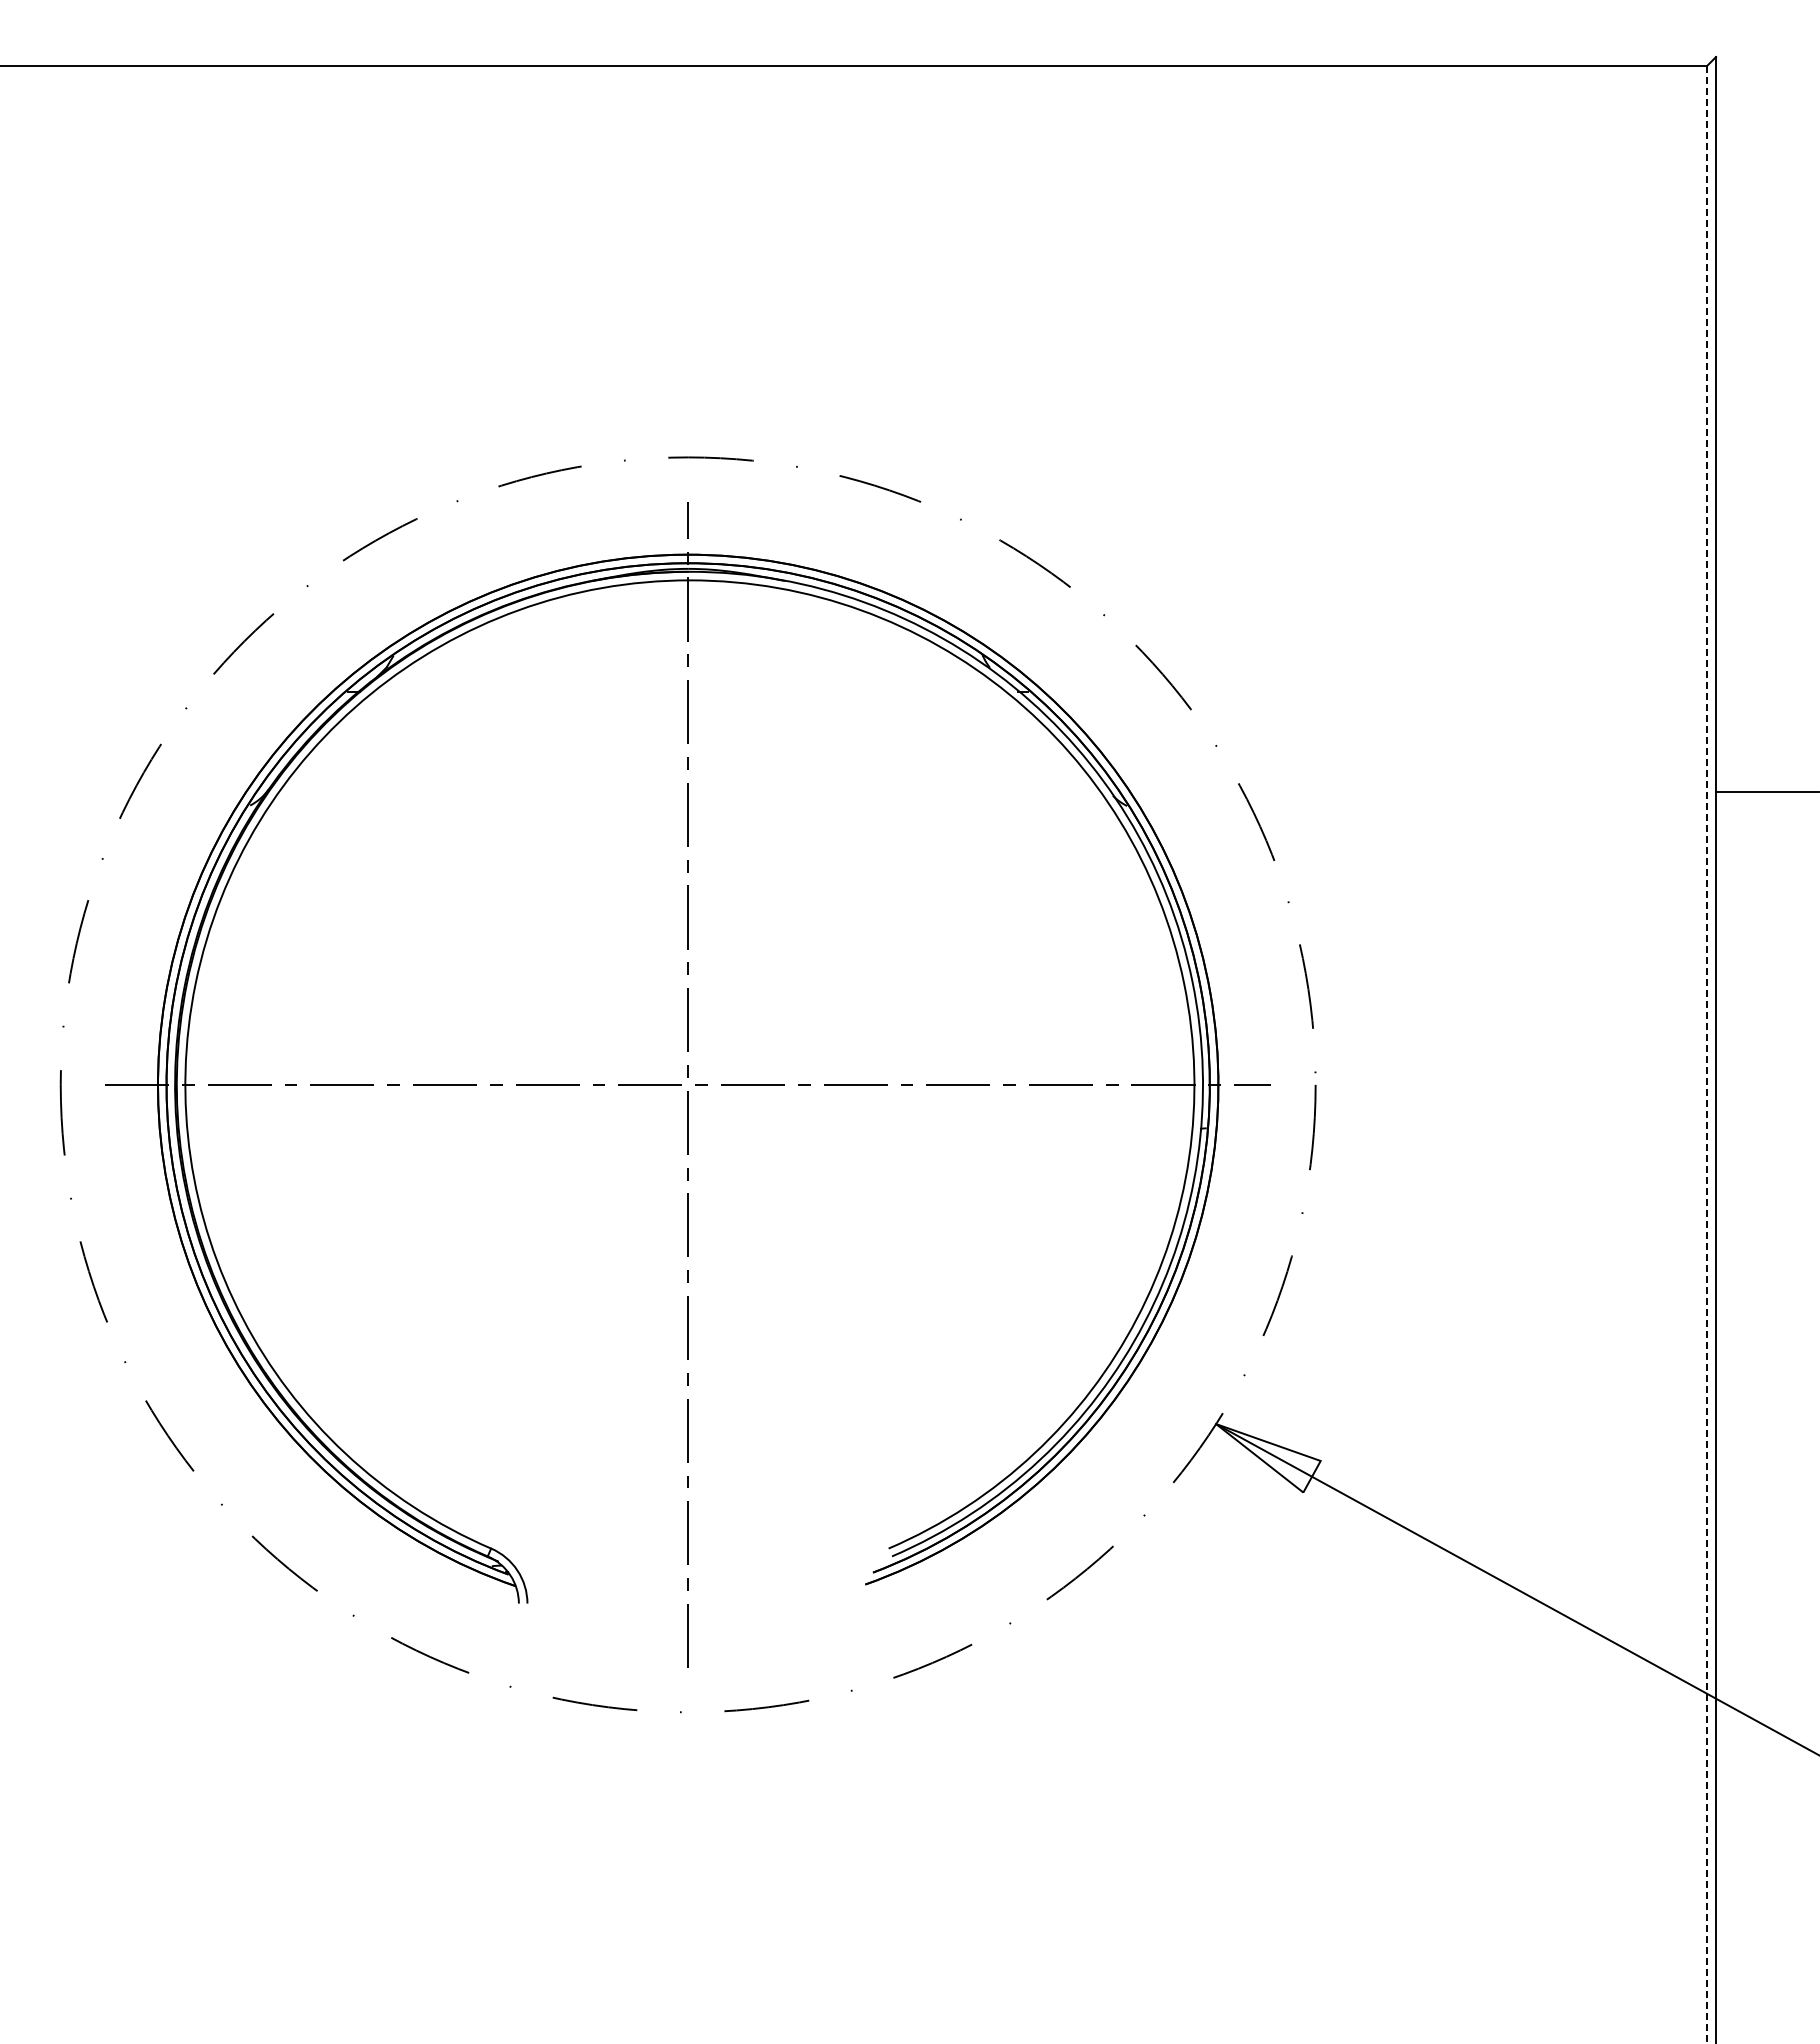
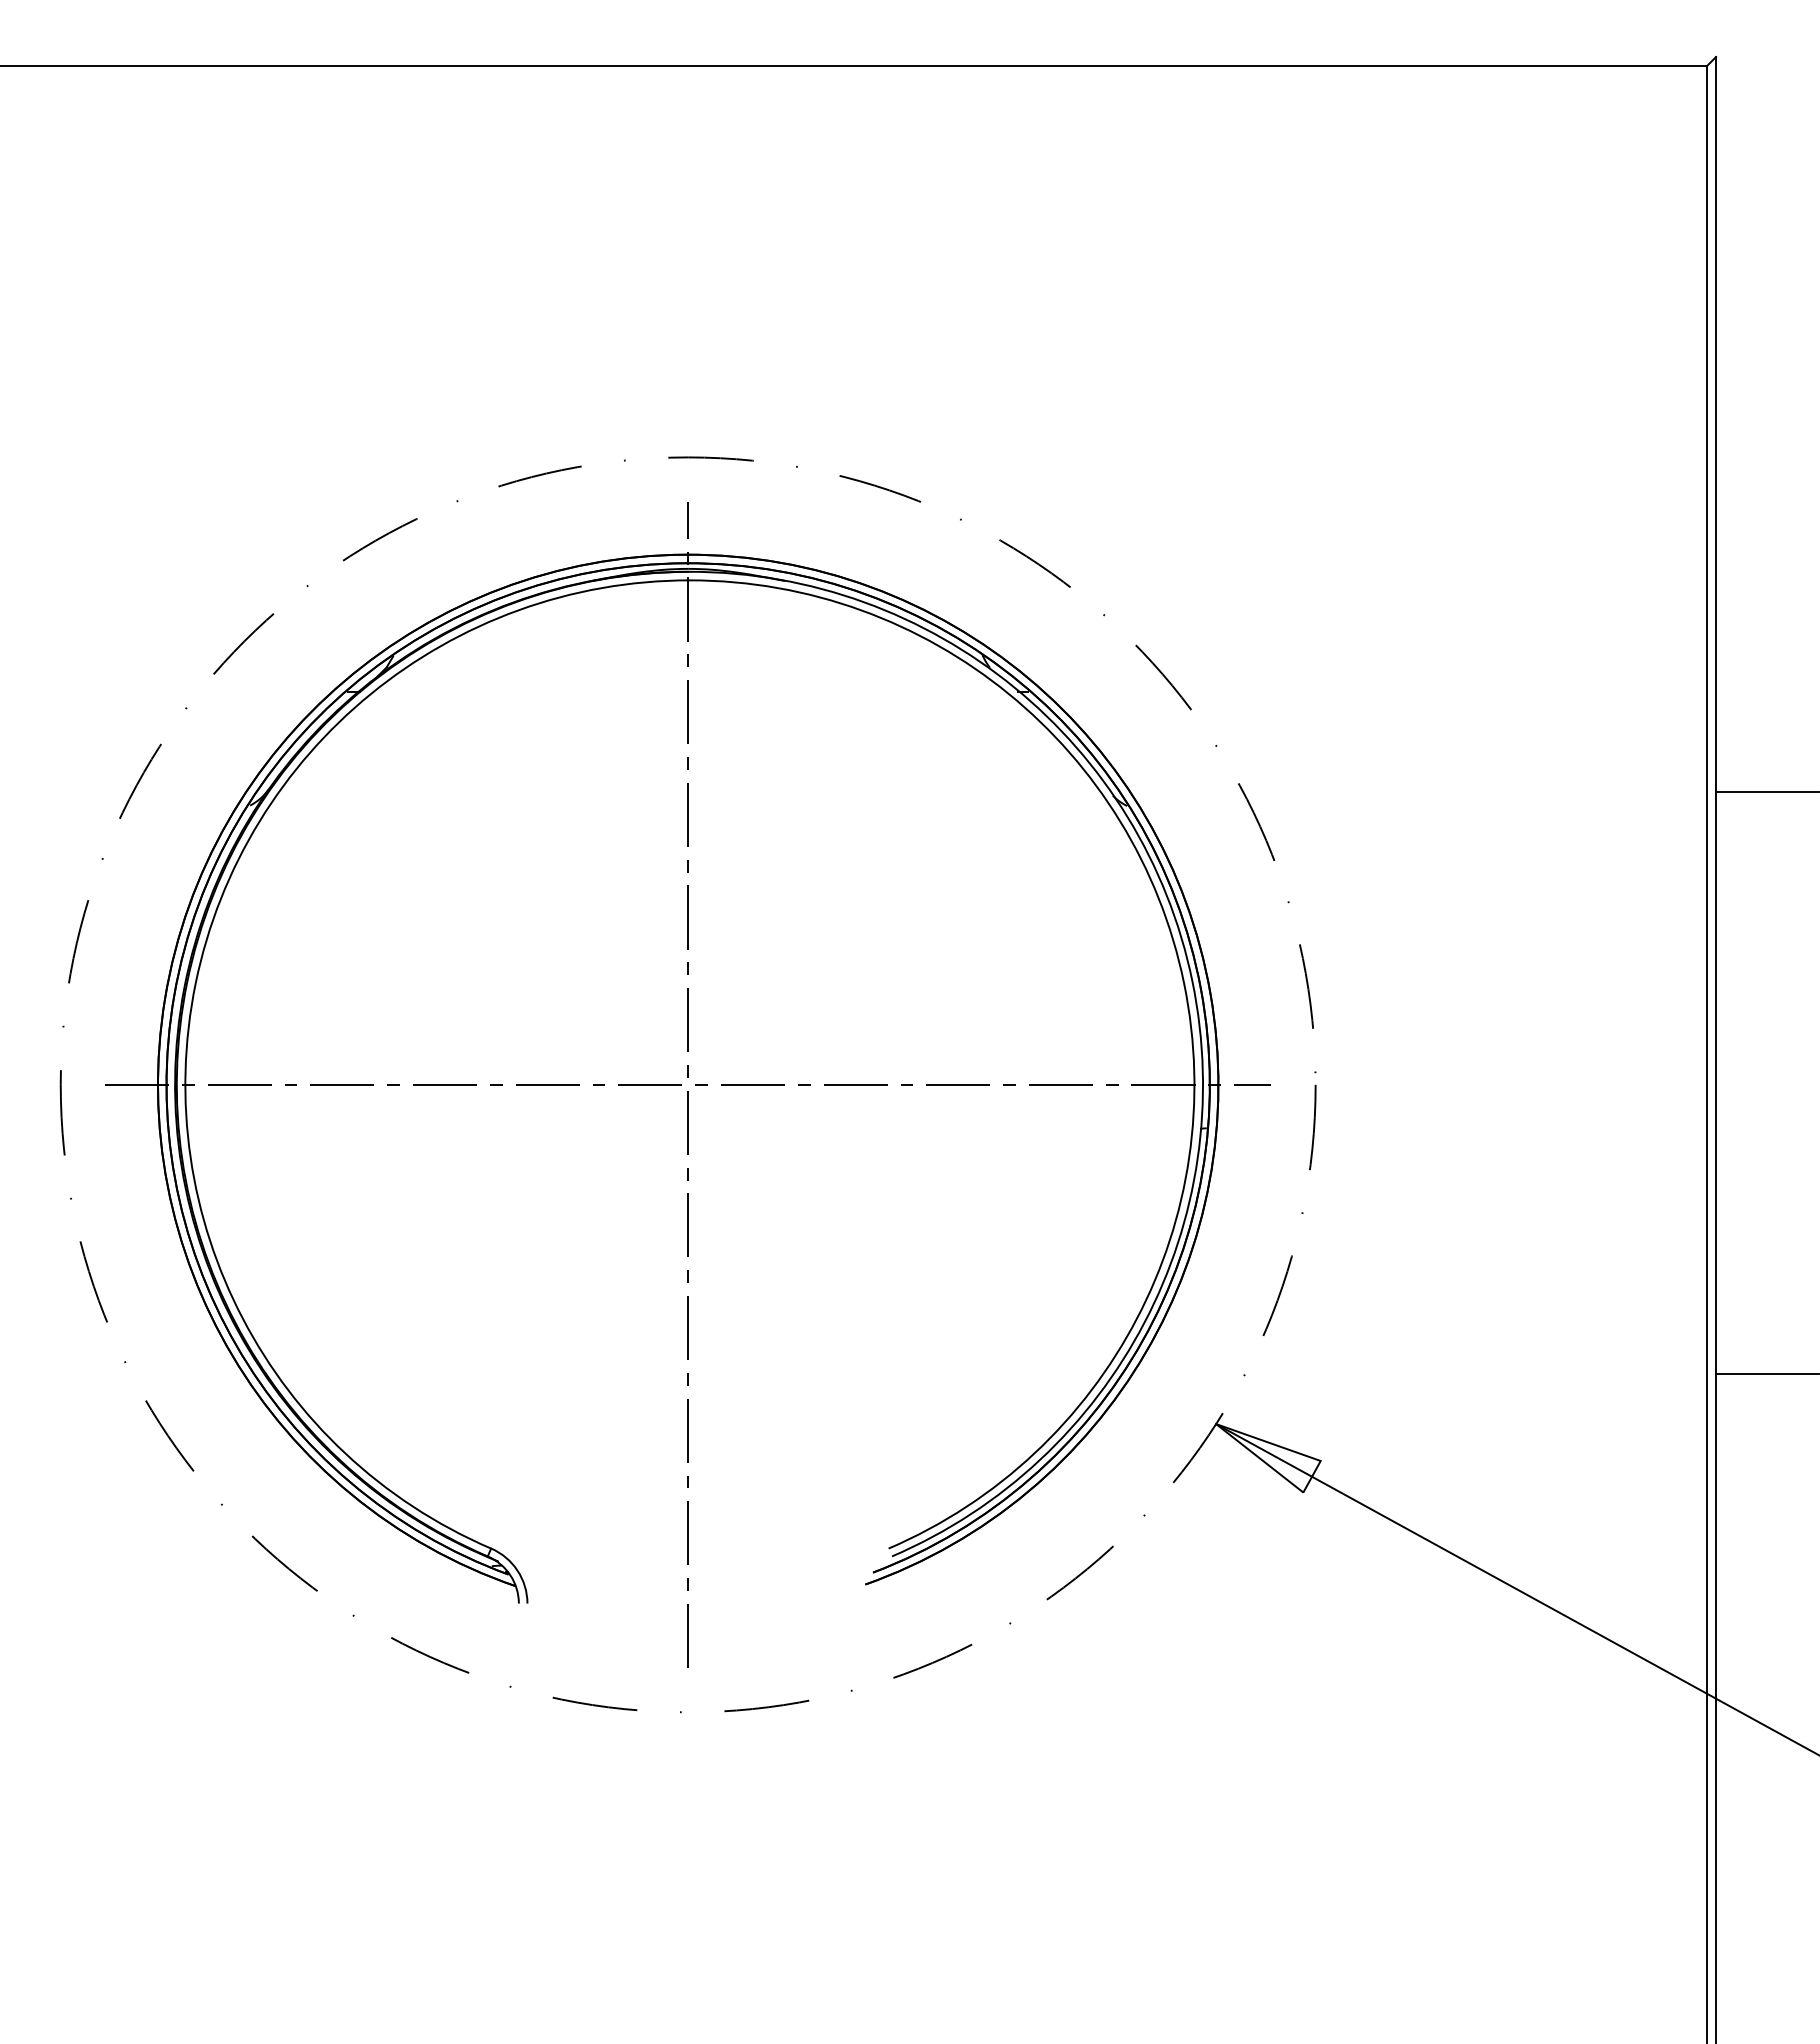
line at (1707, 1055): dashed -> solid
line at (1766, 1373): none -> present
